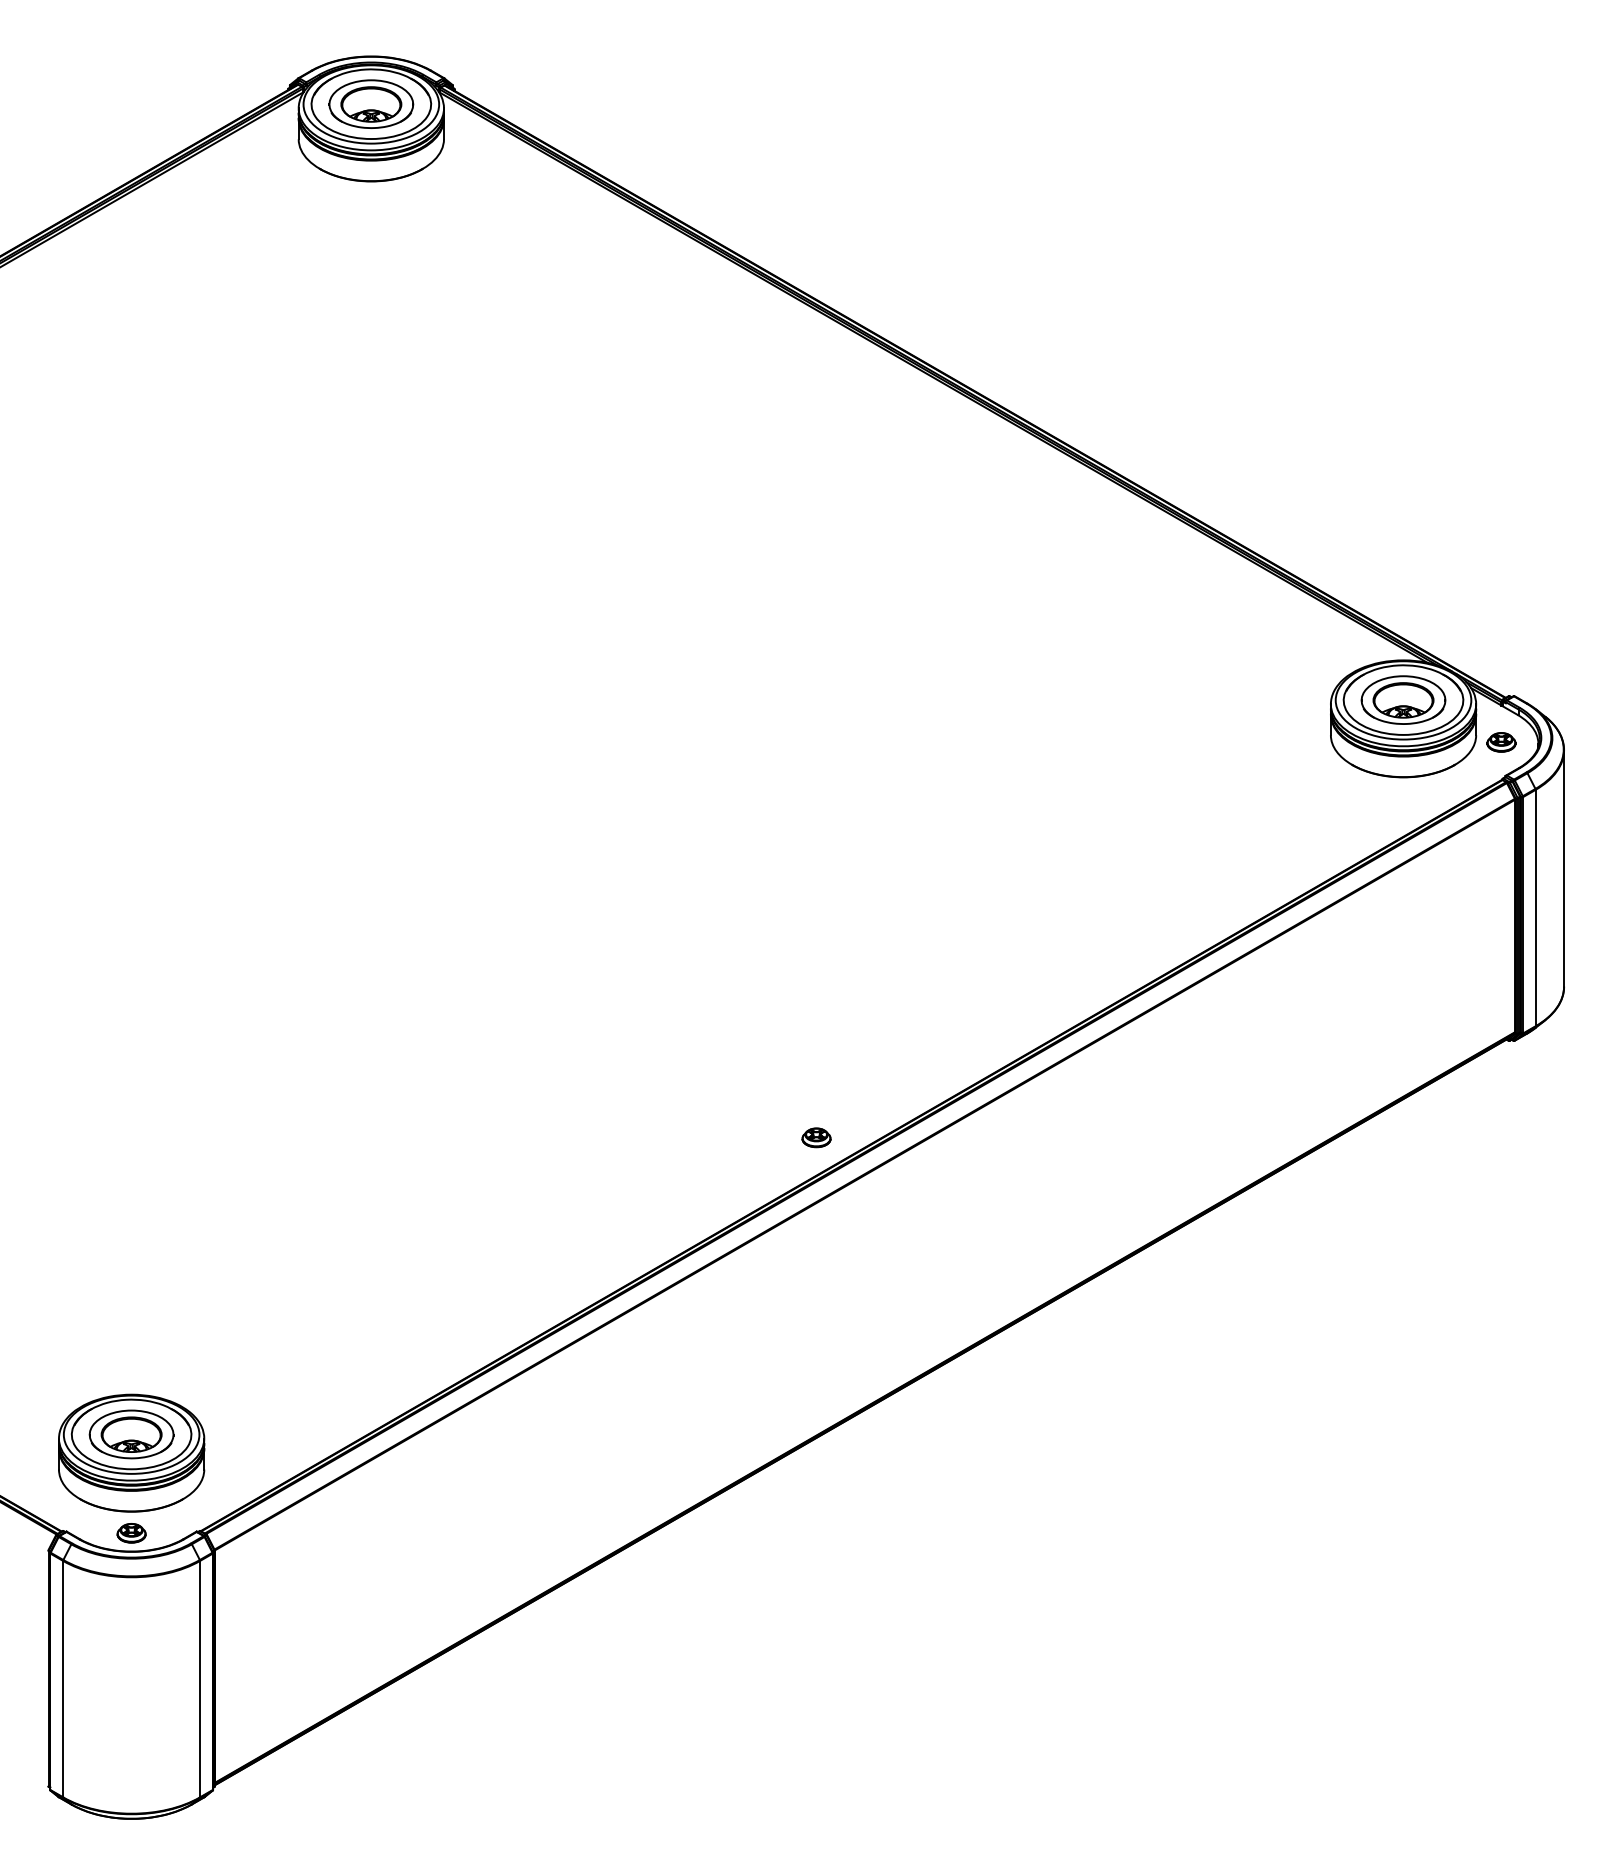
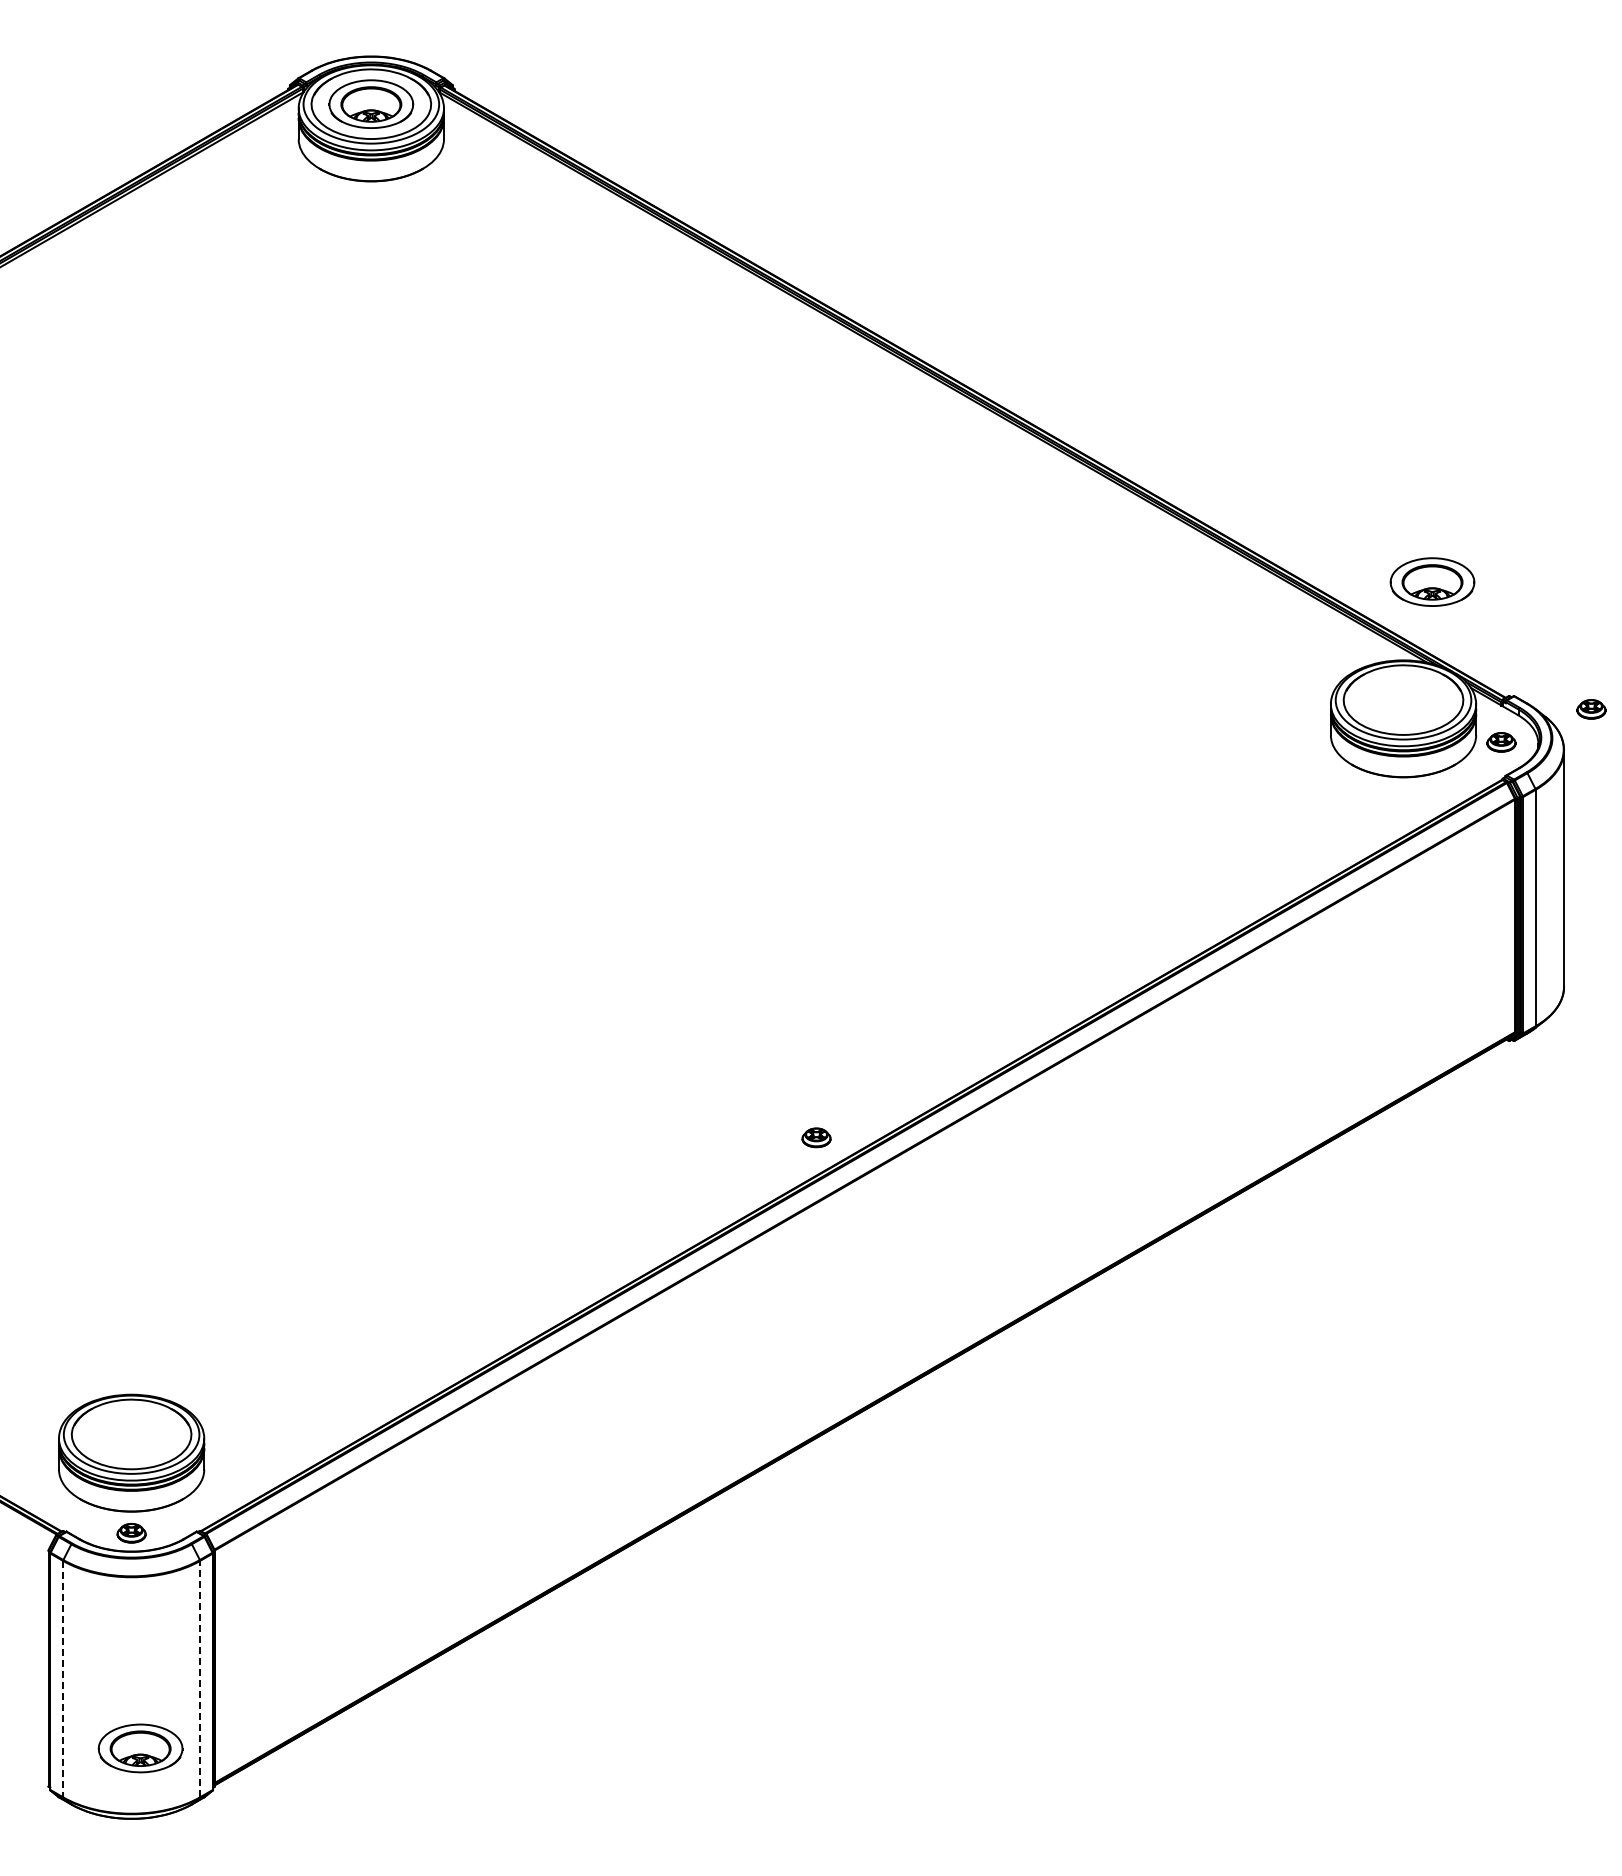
part at (1403, 699) position: (1403, 699) -> (1432, 581)
part at (1591, 709): none -> present
part at (131, 1434) position: (131, 1434) -> (140, 1748)
line at (200, 1678): solid -> dashed
line at (63, 1679): solid -> dashed
